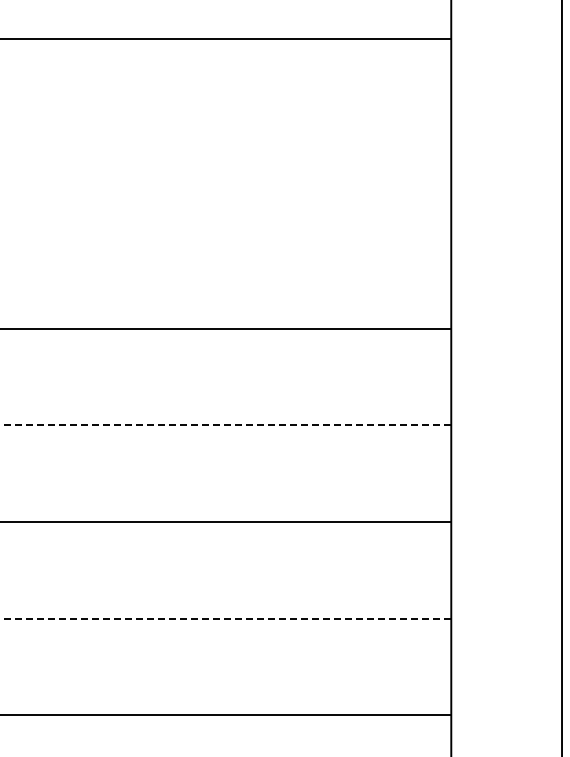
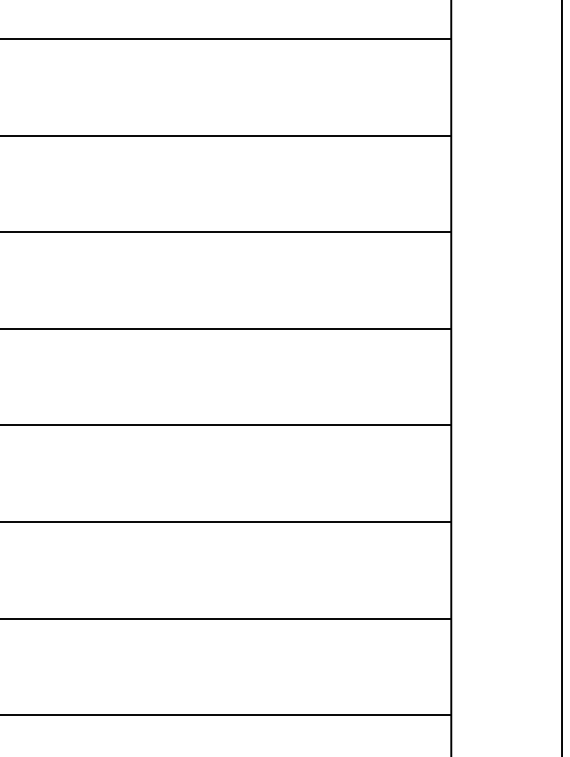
line at (226, 135): none -> present
line at (226, 232): none -> present
line at (225, 425): dashed -> solid
line at (225, 618): dashed -> solid
